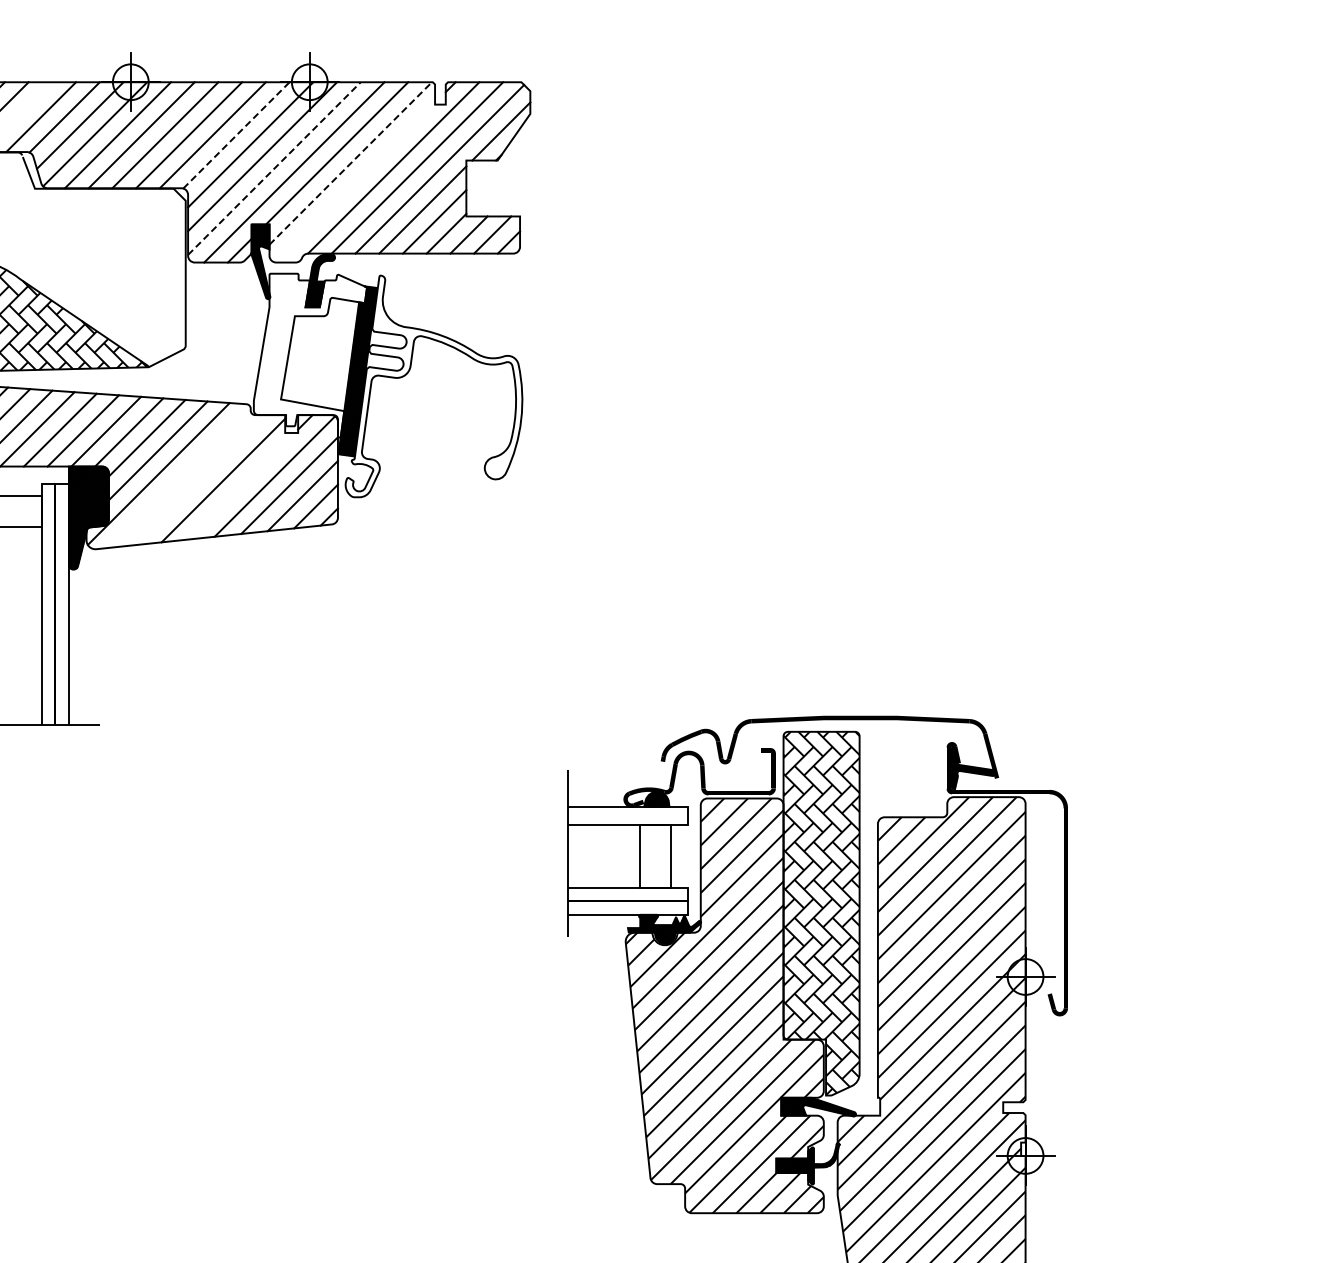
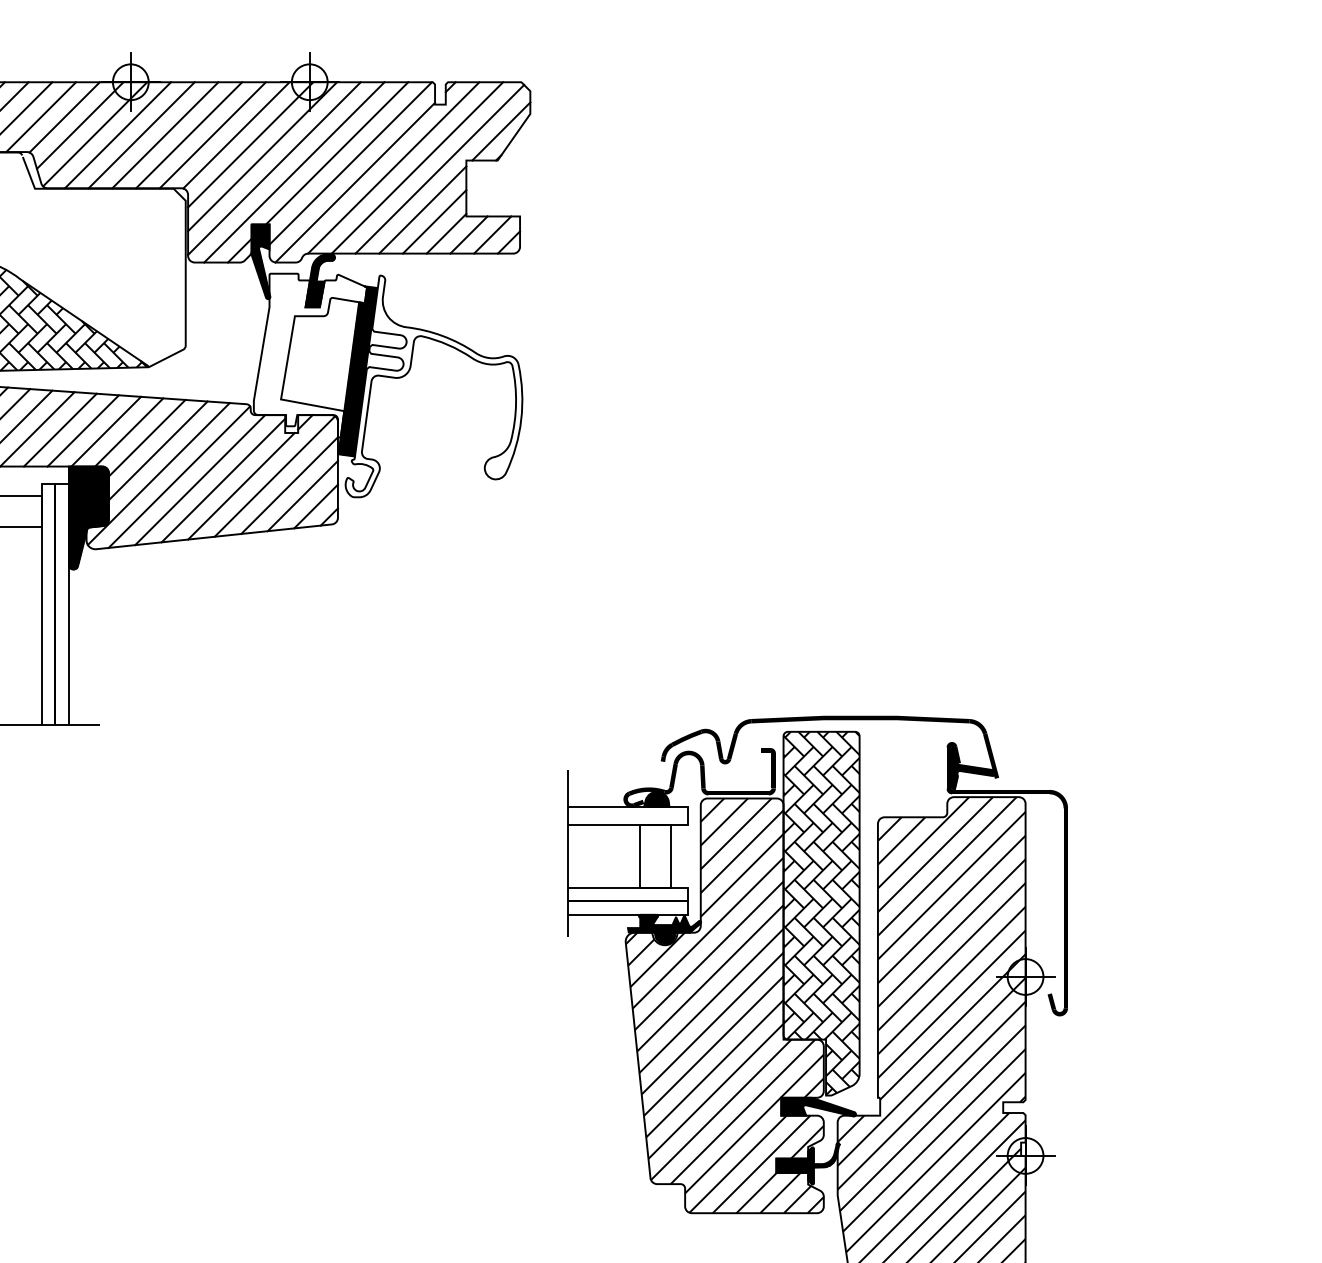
line at (27, 107): none -> present
line at (236, 135): dashed -> solid
line at (350, 163): dashed -> solid
line at (274, 168): dashed -> solid
line at (355, 182): none -> present
line at (179, 476): none -> present
line at (200, 480): none -> present
line at (241, 485): none -> present
